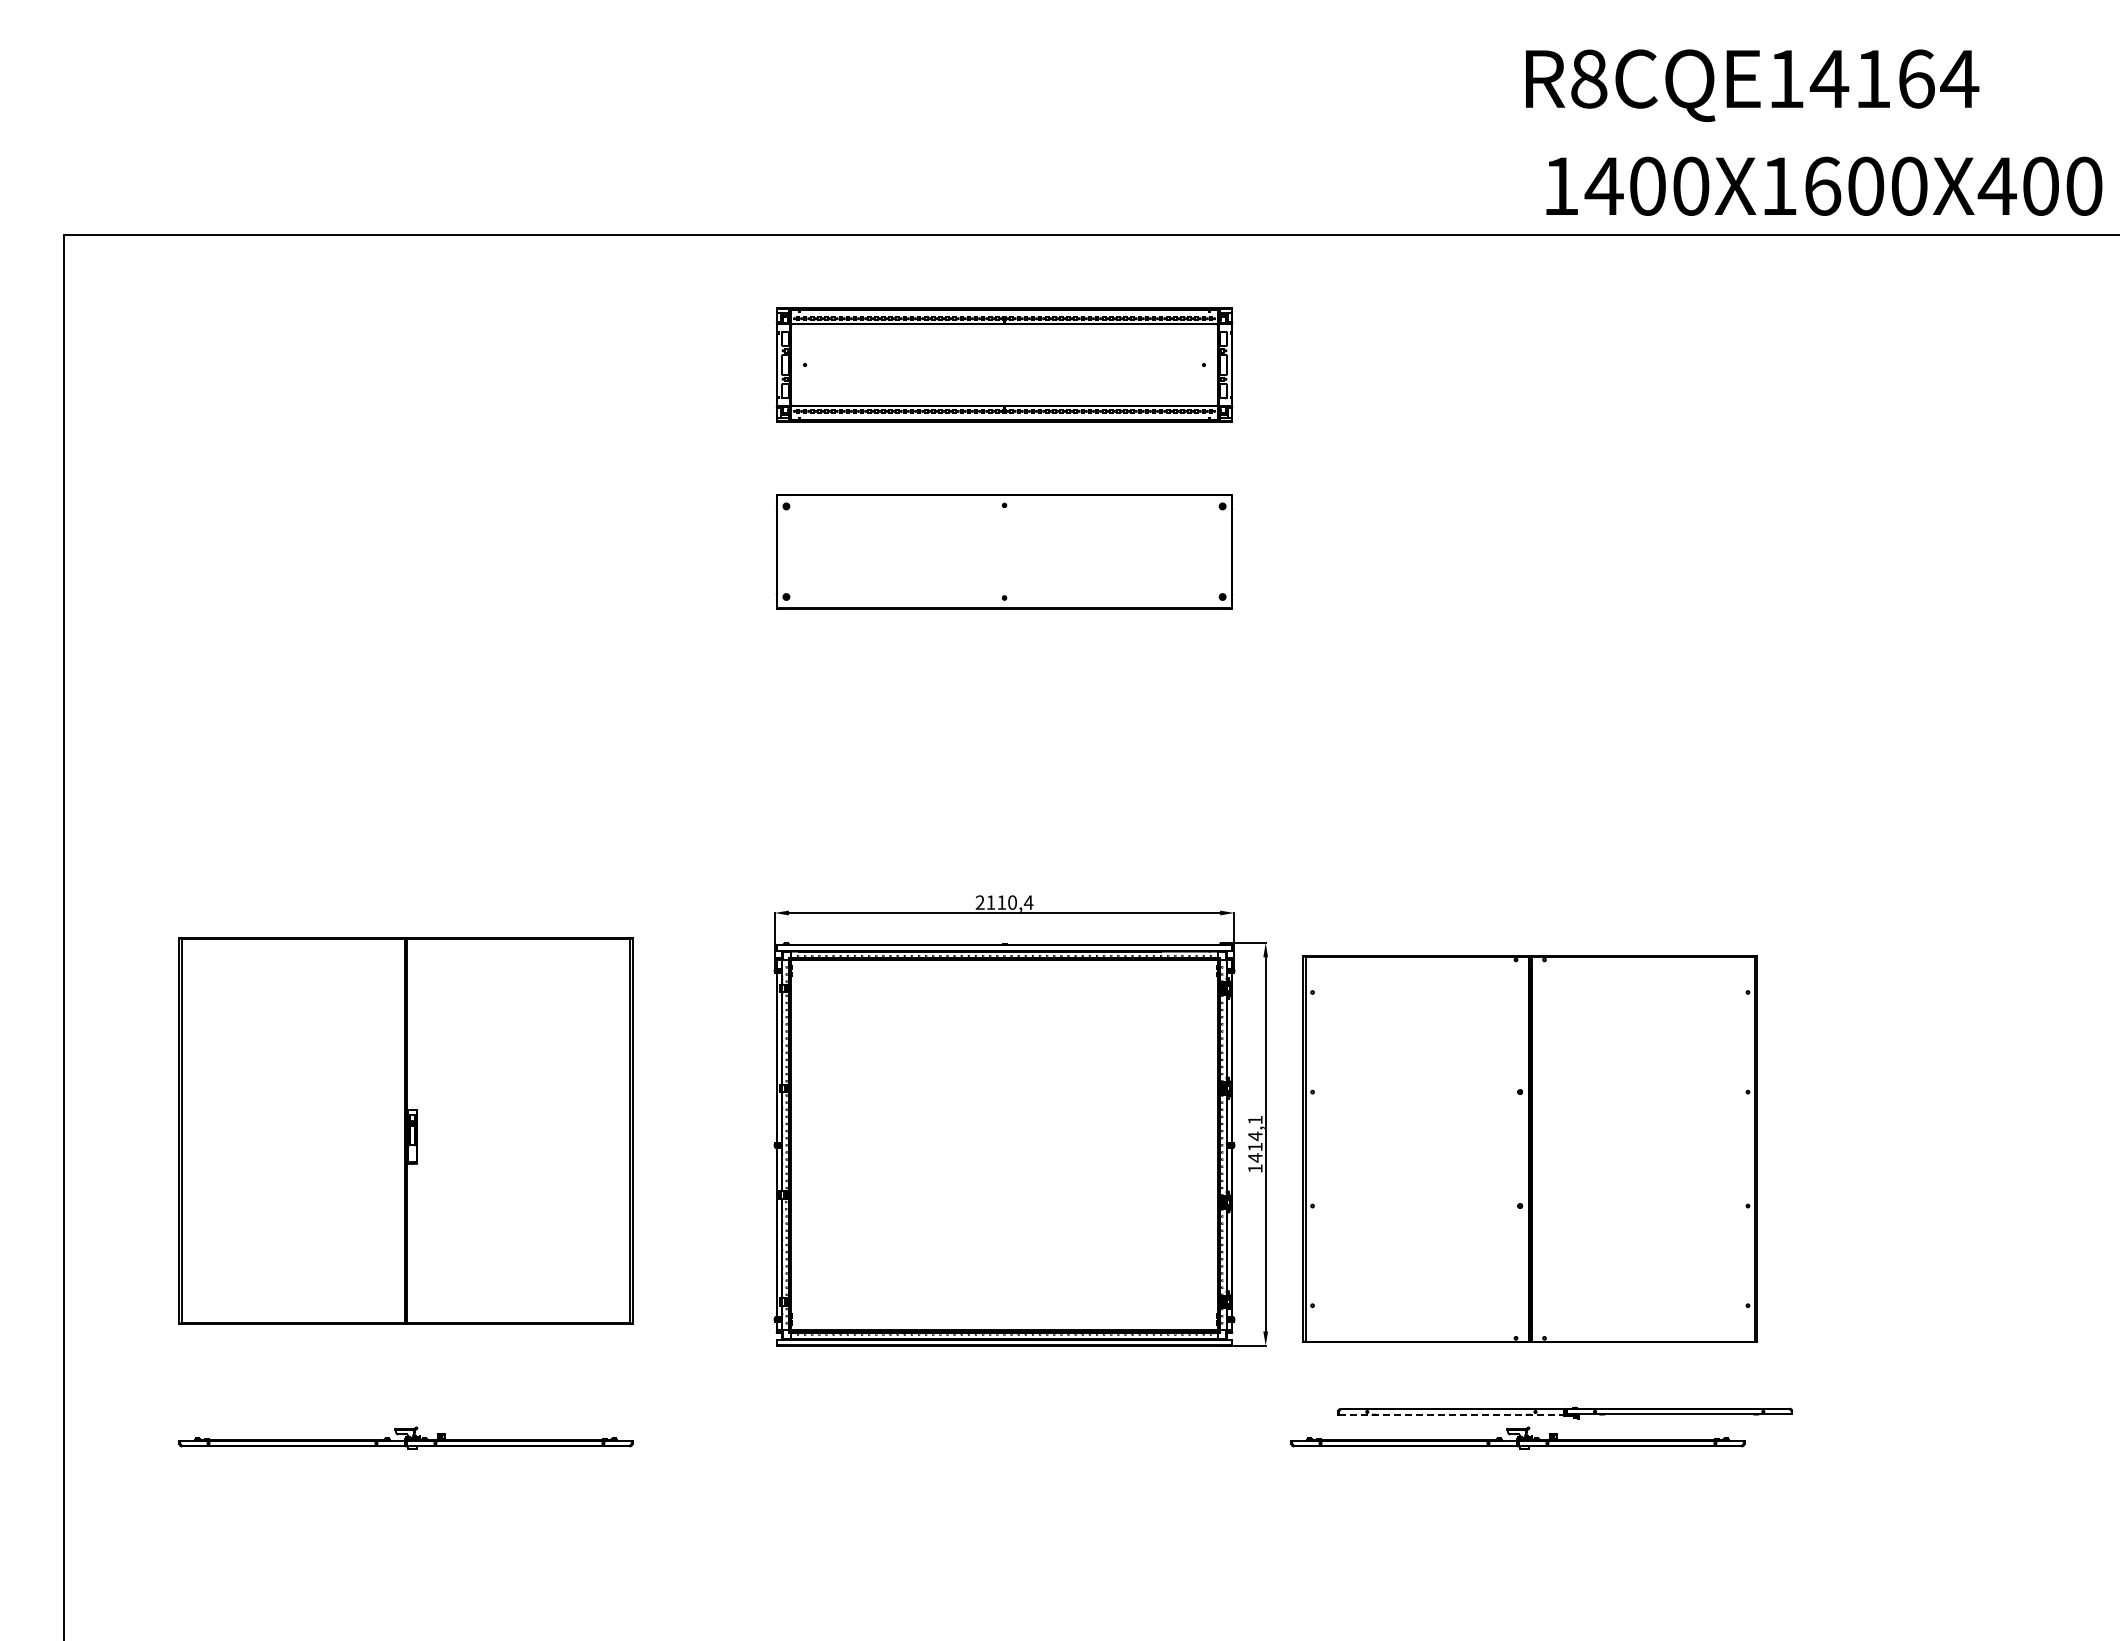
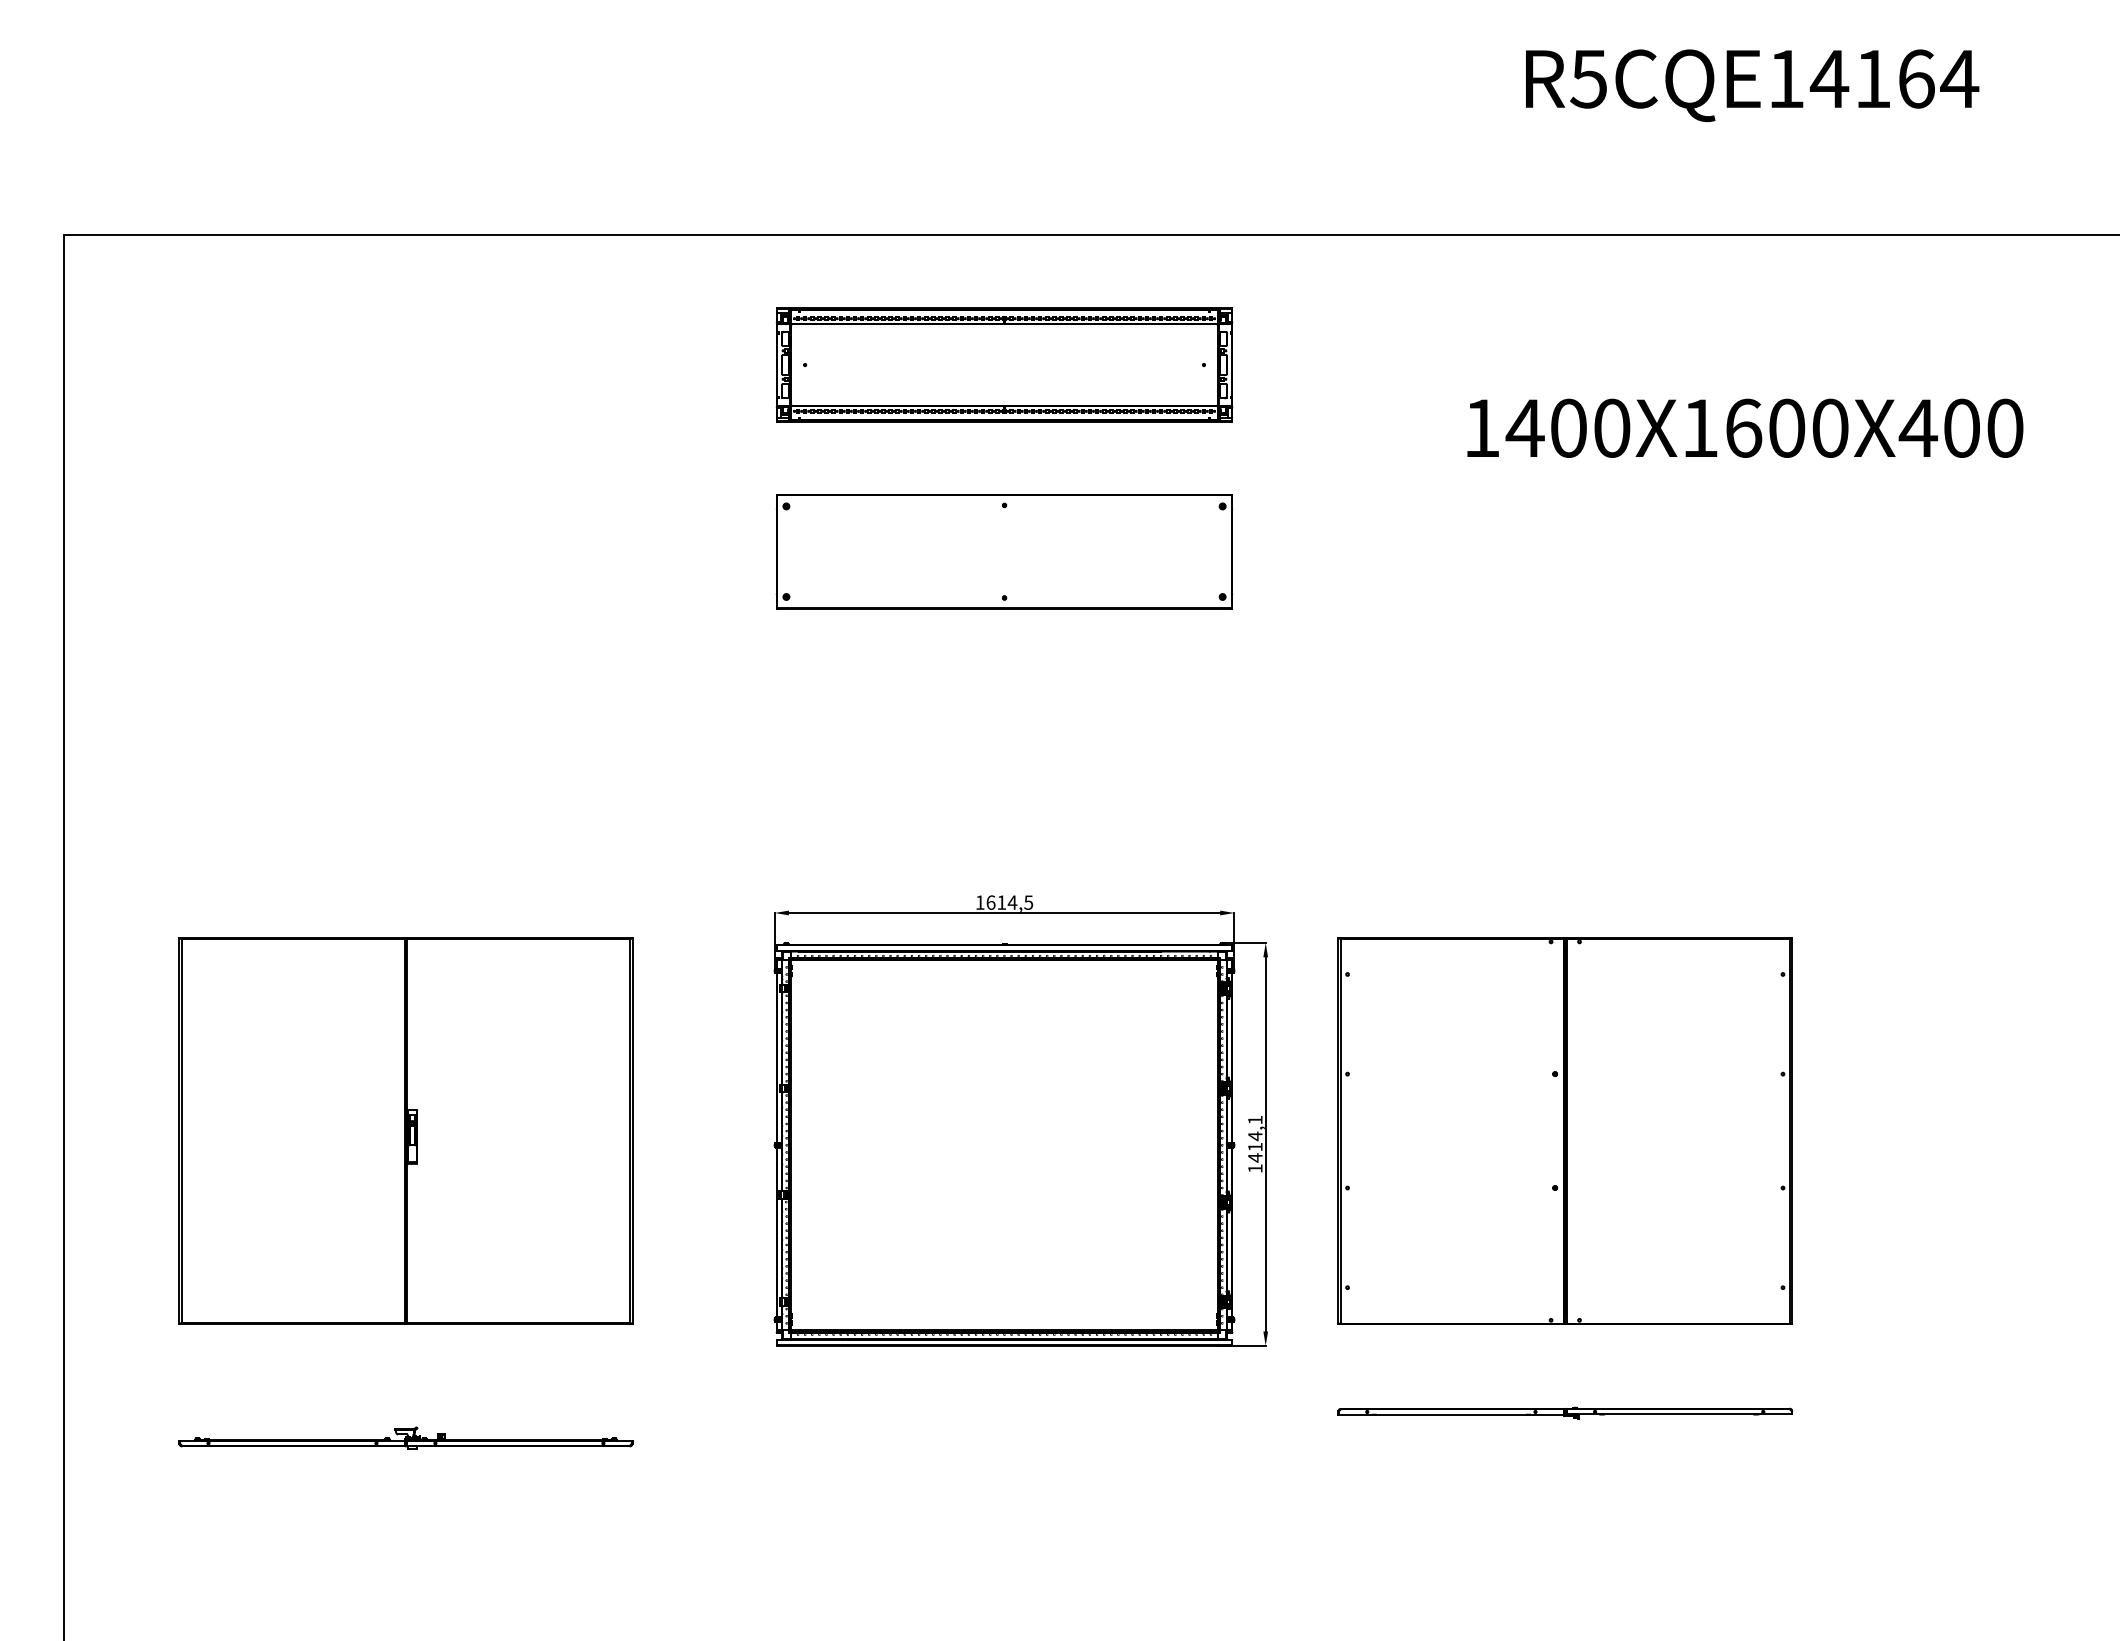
text at (1588, 78): R8CQE14164 -> R5CQE14164
text at (1824, 185) position: (1824, 185) -> (1745, 427)
text at (1004, 902): 2110,4 -> 1614,5
part at (1529, 1148) position: (1529, 1148) -> (1564, 1130)
line at (1451, 1414): dashed -> solid
part at (1517, 1437): present -> none
